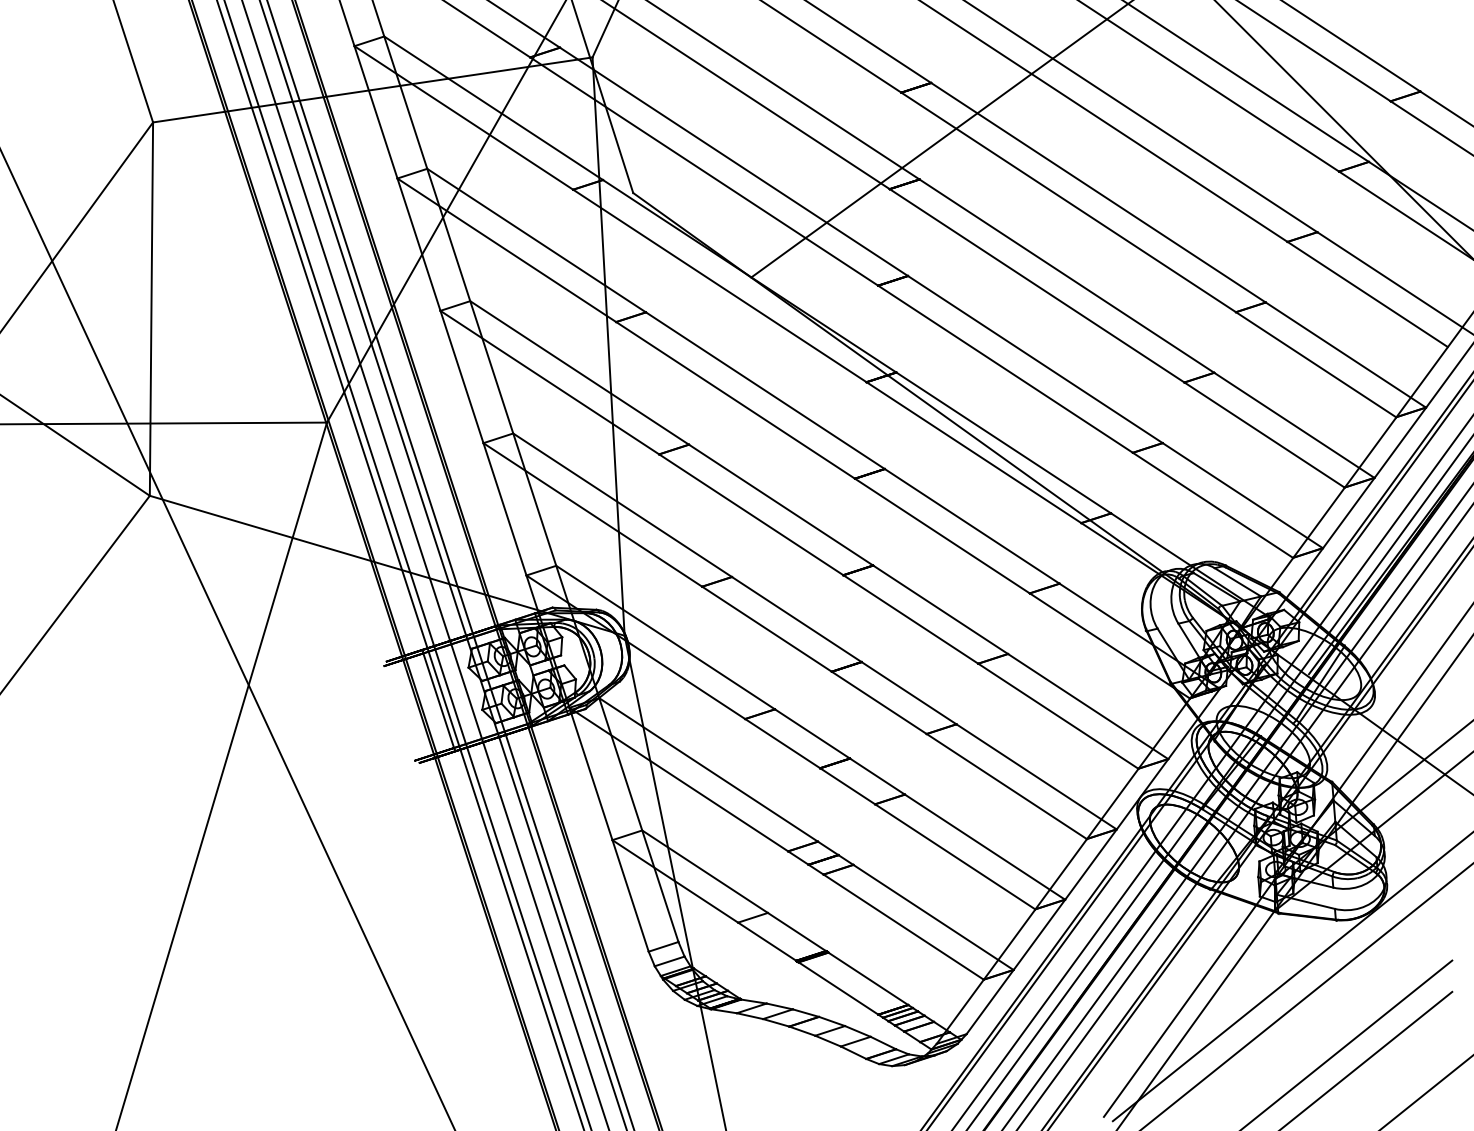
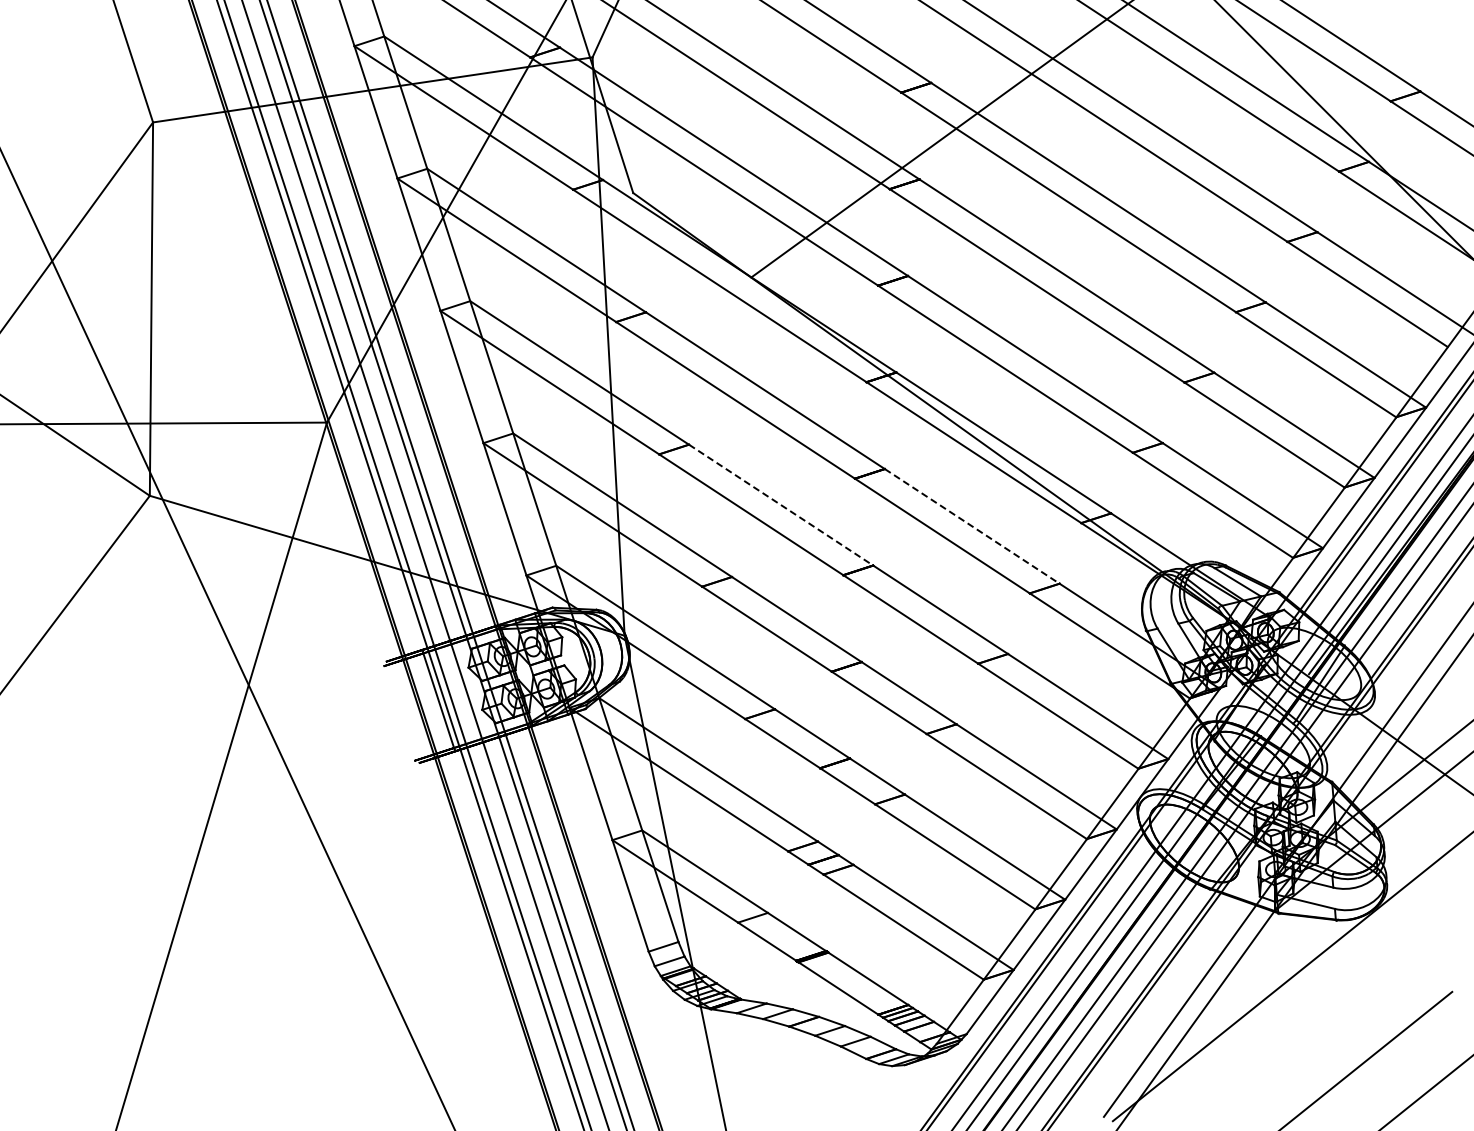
line at (781, 505): solid -> dashed
line at (972, 526): solid -> dashed
line at (1307, 996): present -> none
line at (1348, 1043): present -> none
